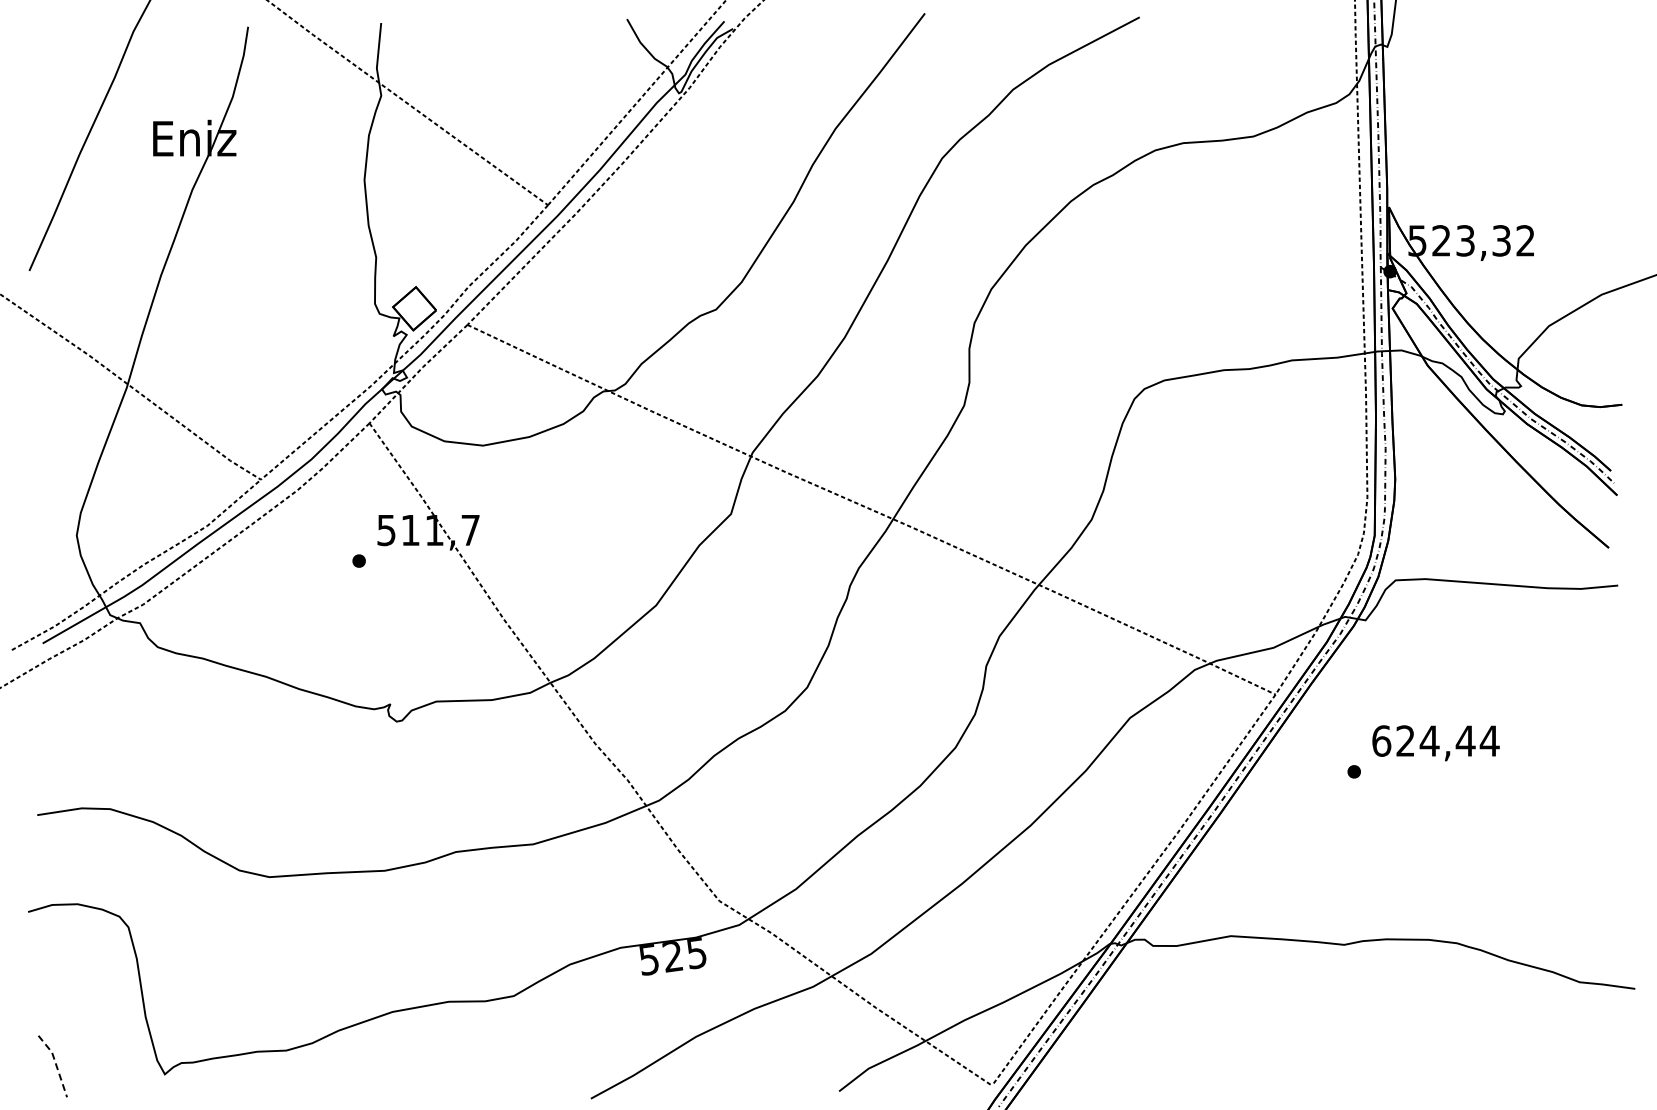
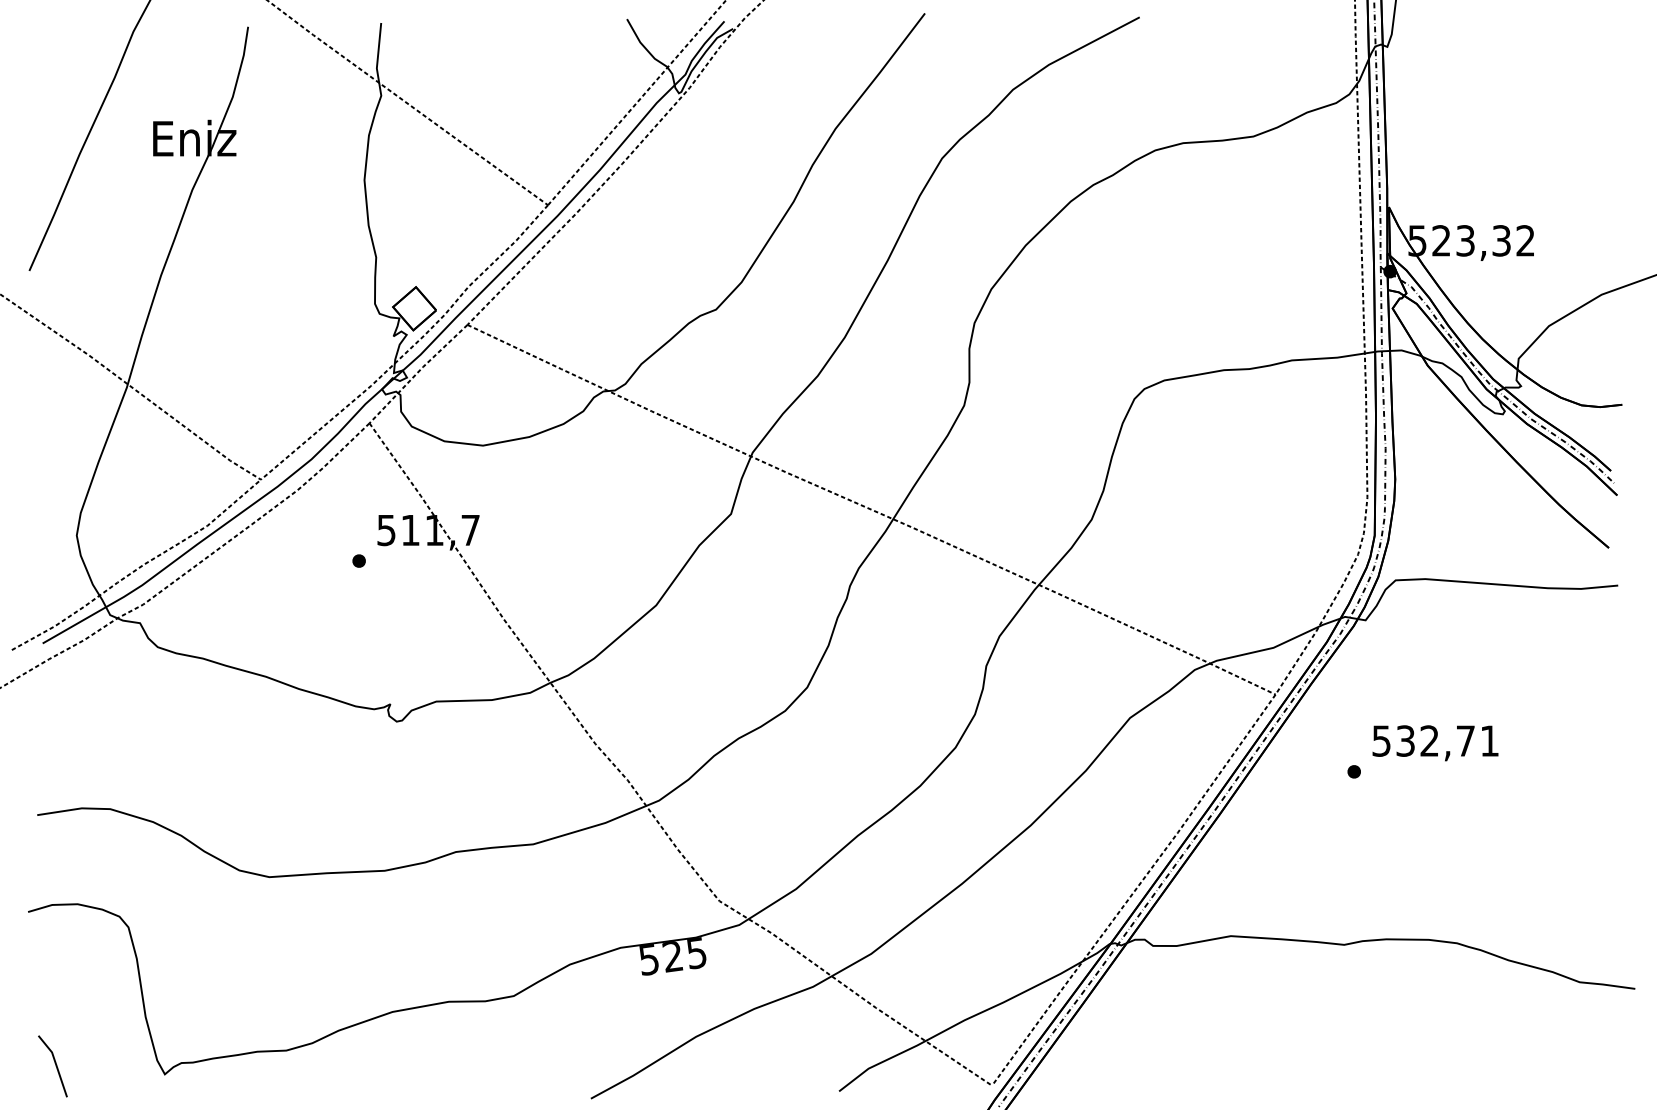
text at (1435, 740): 624,44 -> 532,71
line at (56, 1064): dashed -> solid
